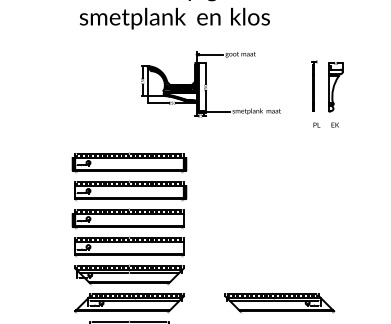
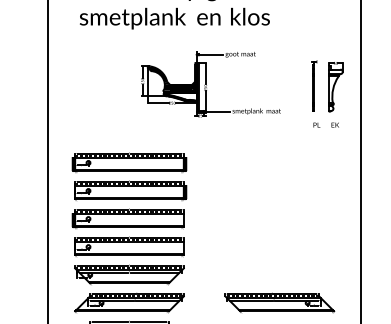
line at (48, 161): none -> present
line at (361, 161): none -> present
